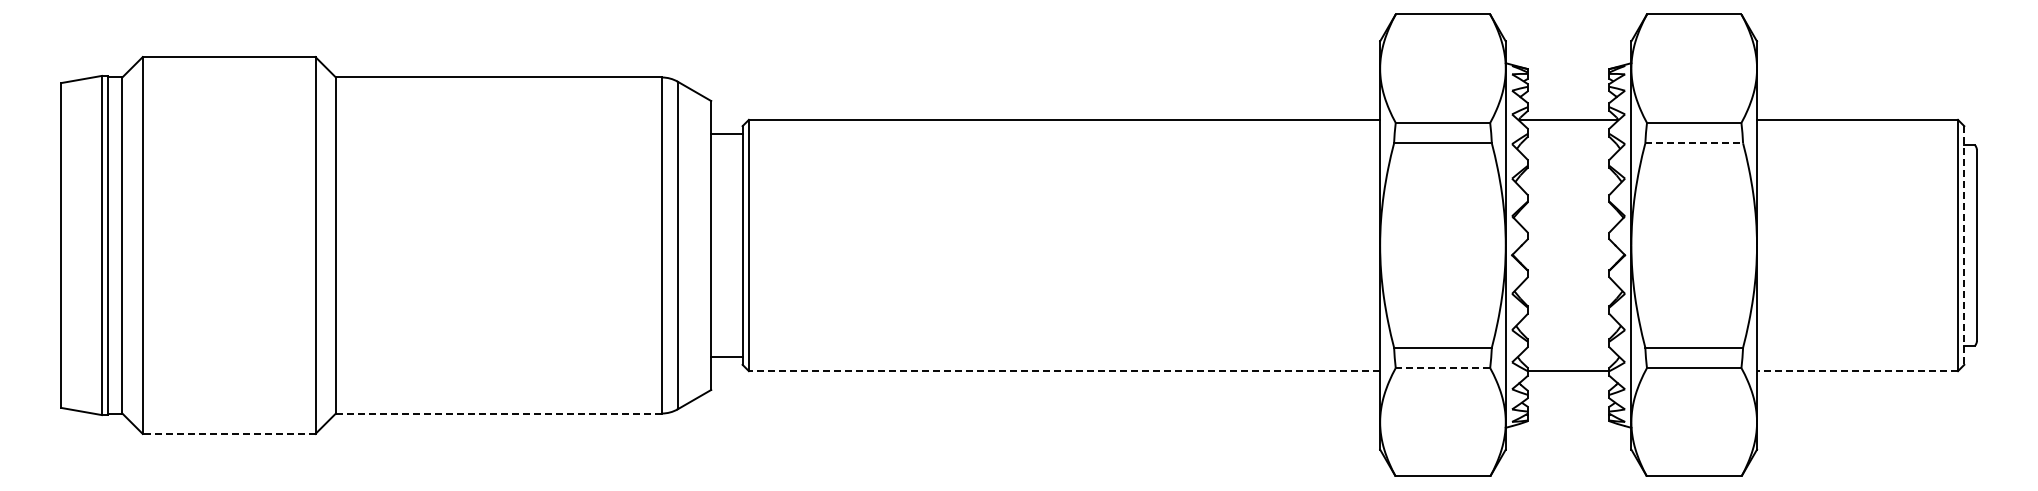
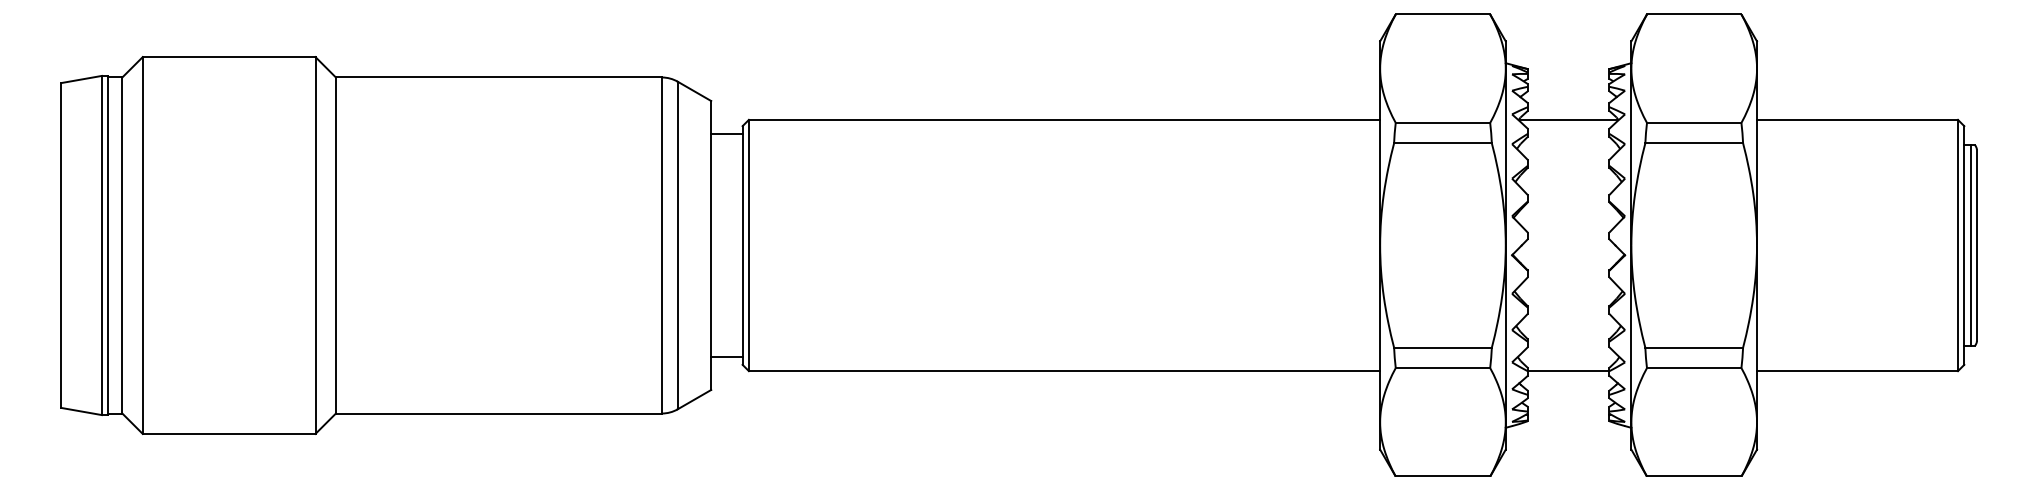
line at (1694, 143): dashed -> solid
line at (1970, 245): none -> present
line at (1964, 246): dashed -> solid
line at (1442, 368): dashed -> solid
line at (1064, 371): dashed -> solid
line at (1857, 371): dashed -> solid
line at (498, 413): dashed -> solid
line at (228, 433): dashed -> solid
